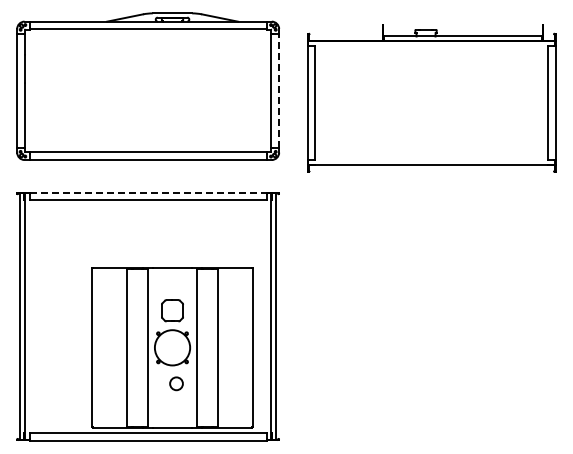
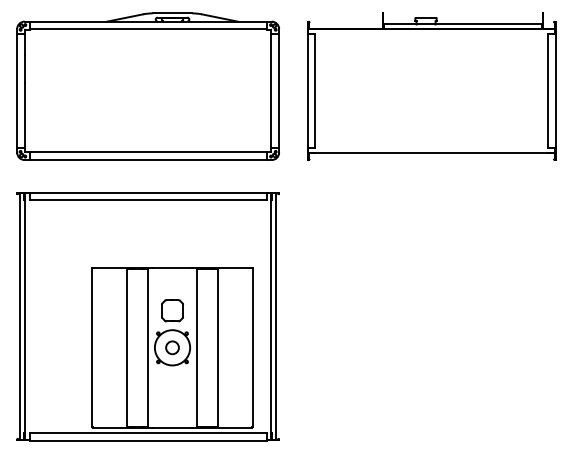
line at (279, 90): dashed -> solid
part at (431, 98) position: (431, 98) -> (431, 86)
line at (148, 192): dashed -> solid
circle at (176, 383) position: (176, 383) -> (172, 347)
